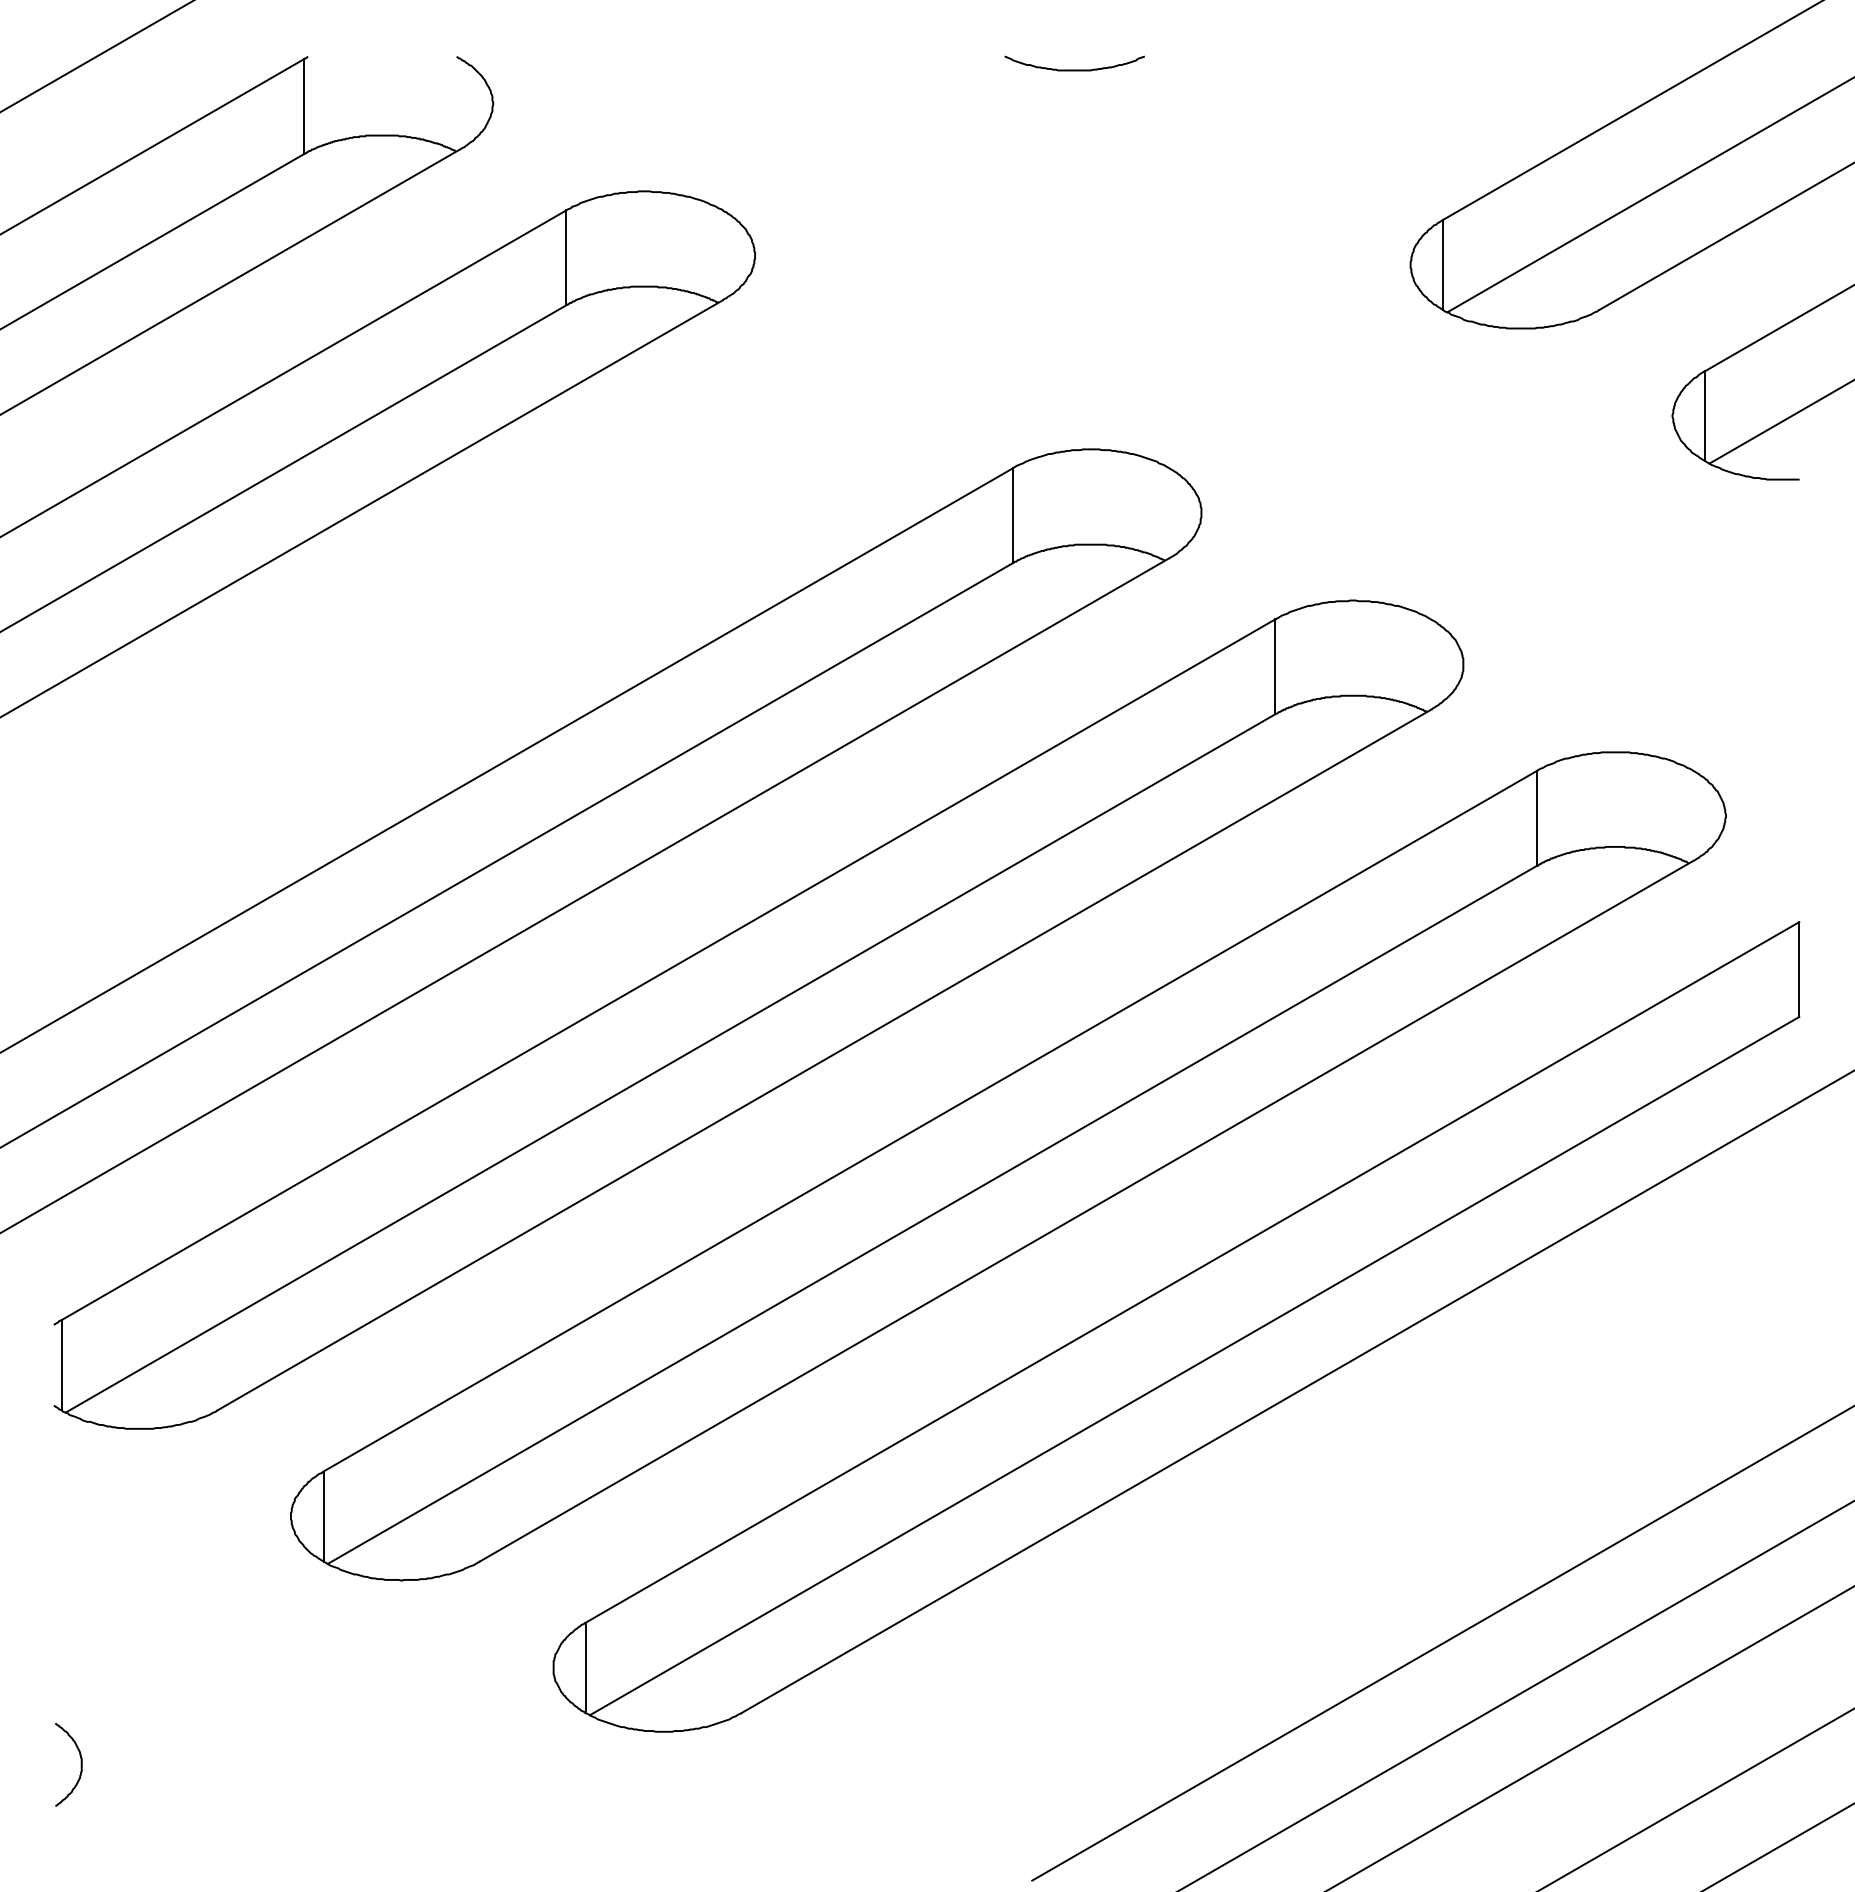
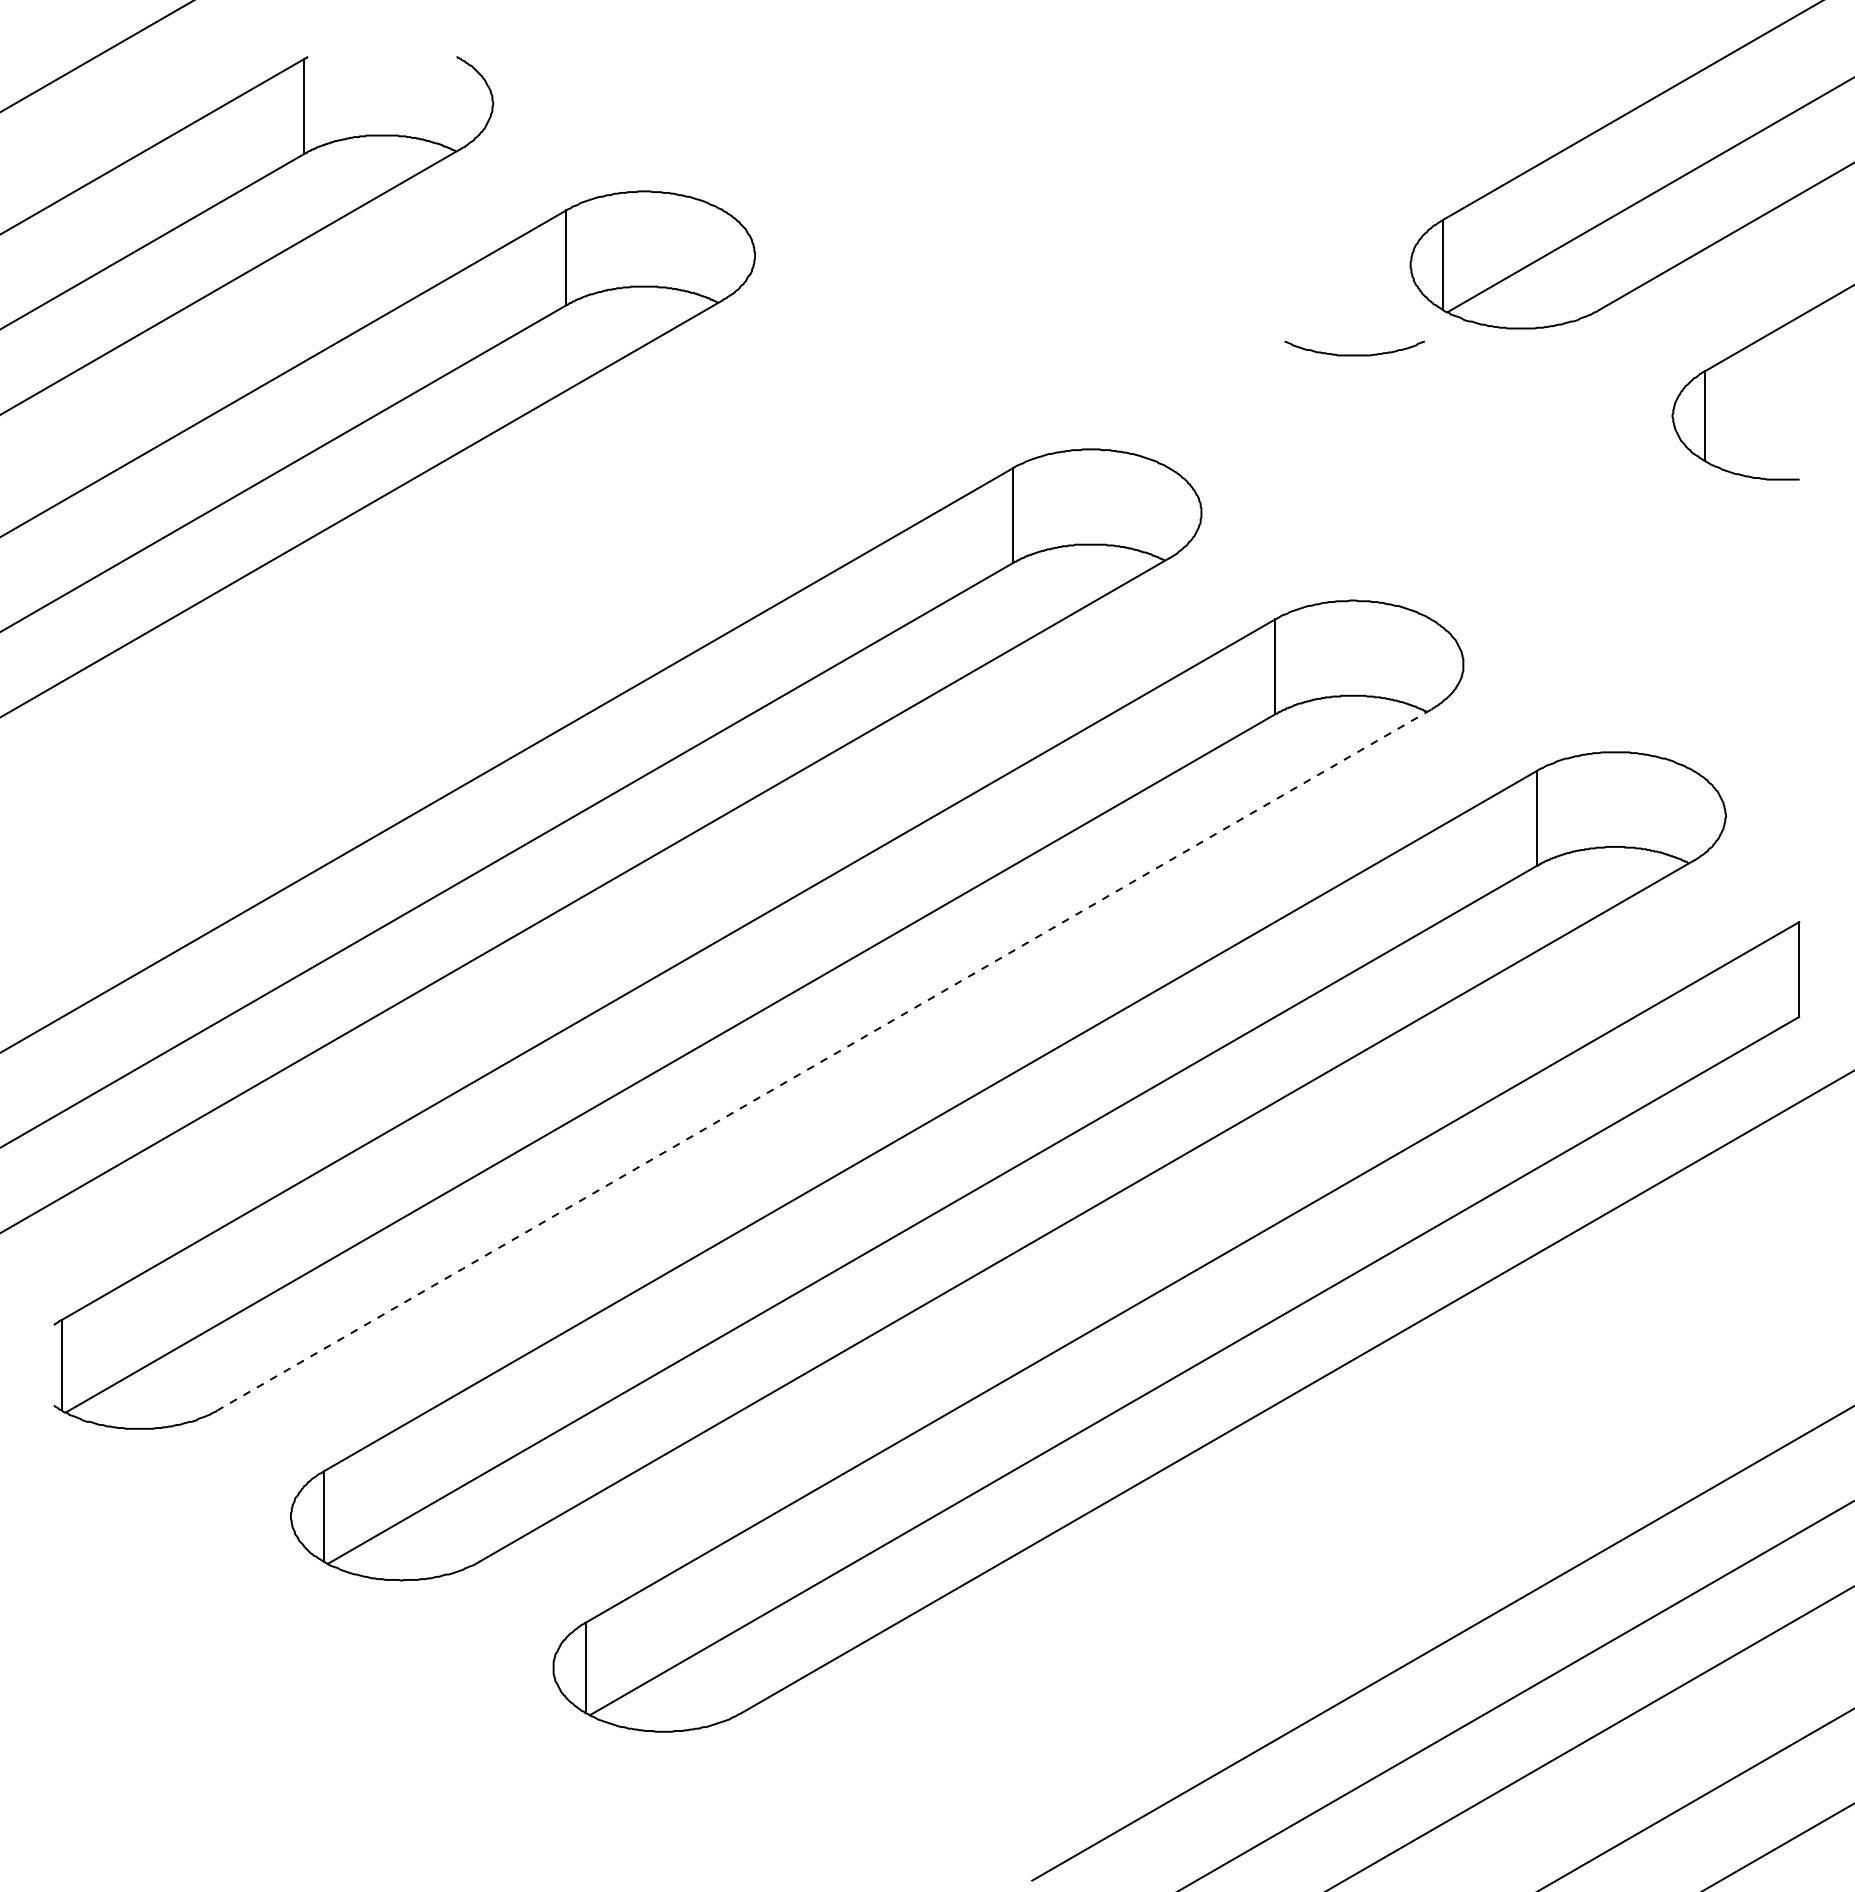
curve at (1074, 69) position: (1074, 69) -> (1354, 354)
line at (1780, 422): present -> none
line at (824, 1059): solid -> dashed
curve at (80, 1764): present -> none
